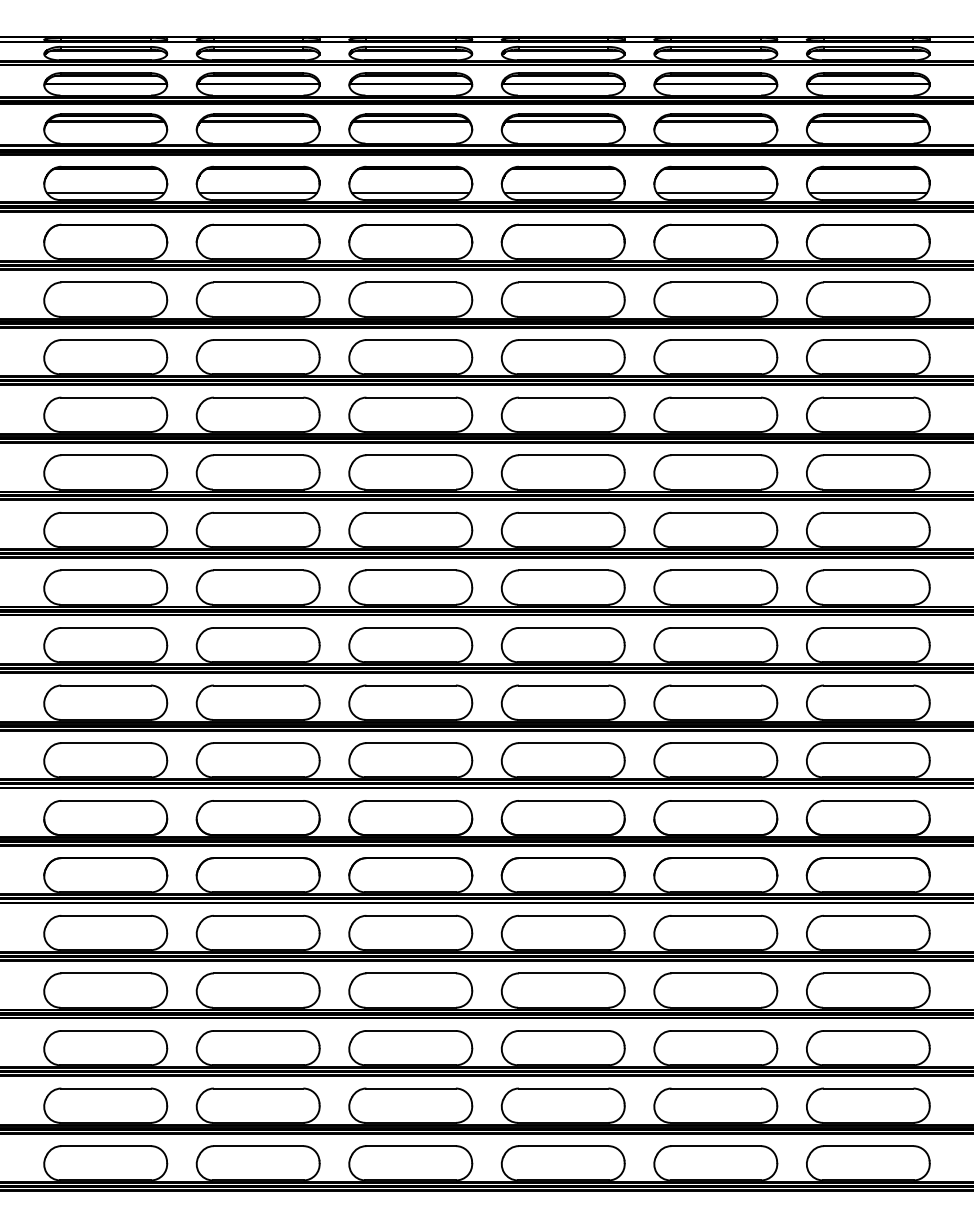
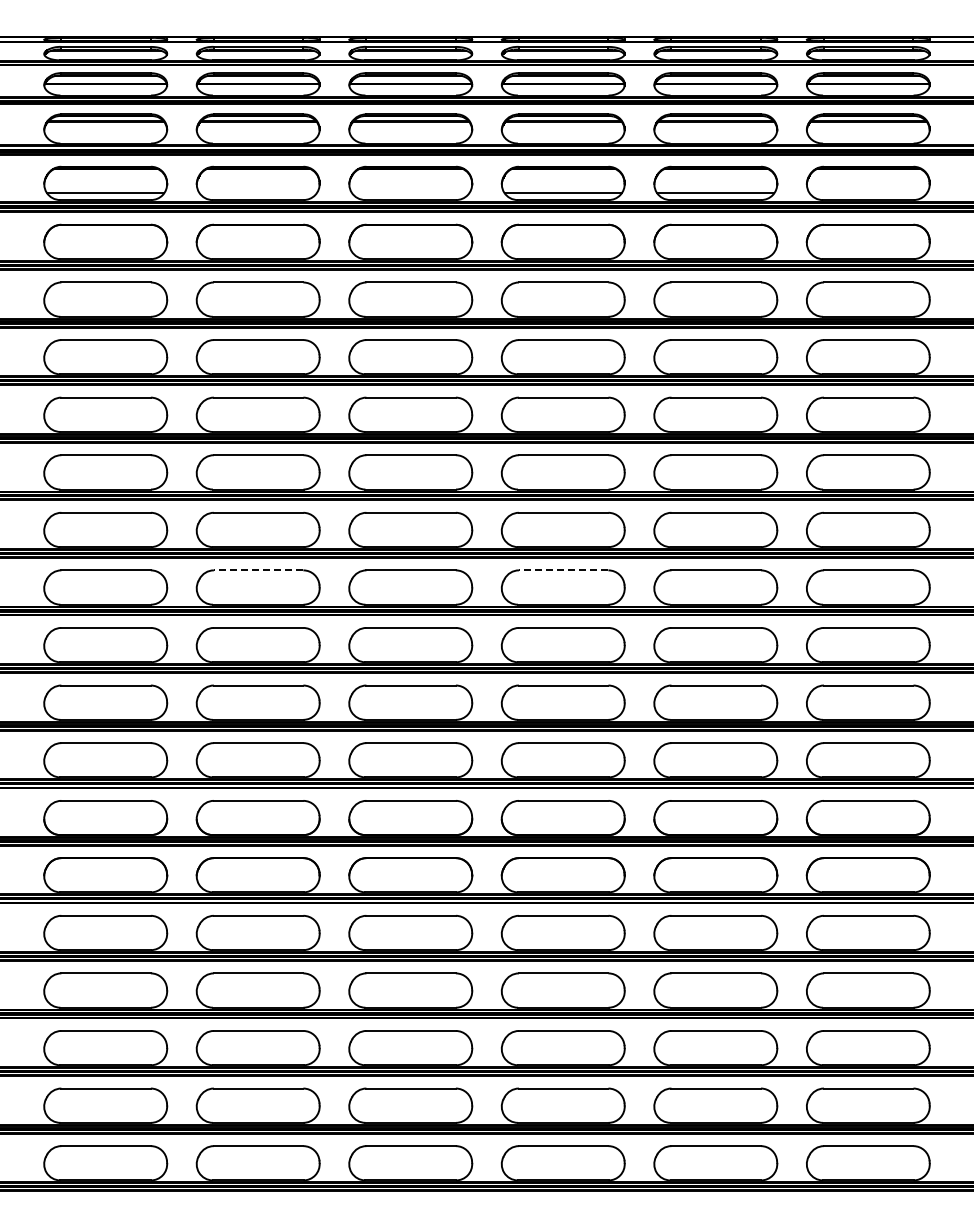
line at (257, 193): present -> none
line at (410, 193): present -> none
line at (868, 193): present -> none
line at (258, 570): solid -> dashed
line at (563, 570): solid -> dashed
